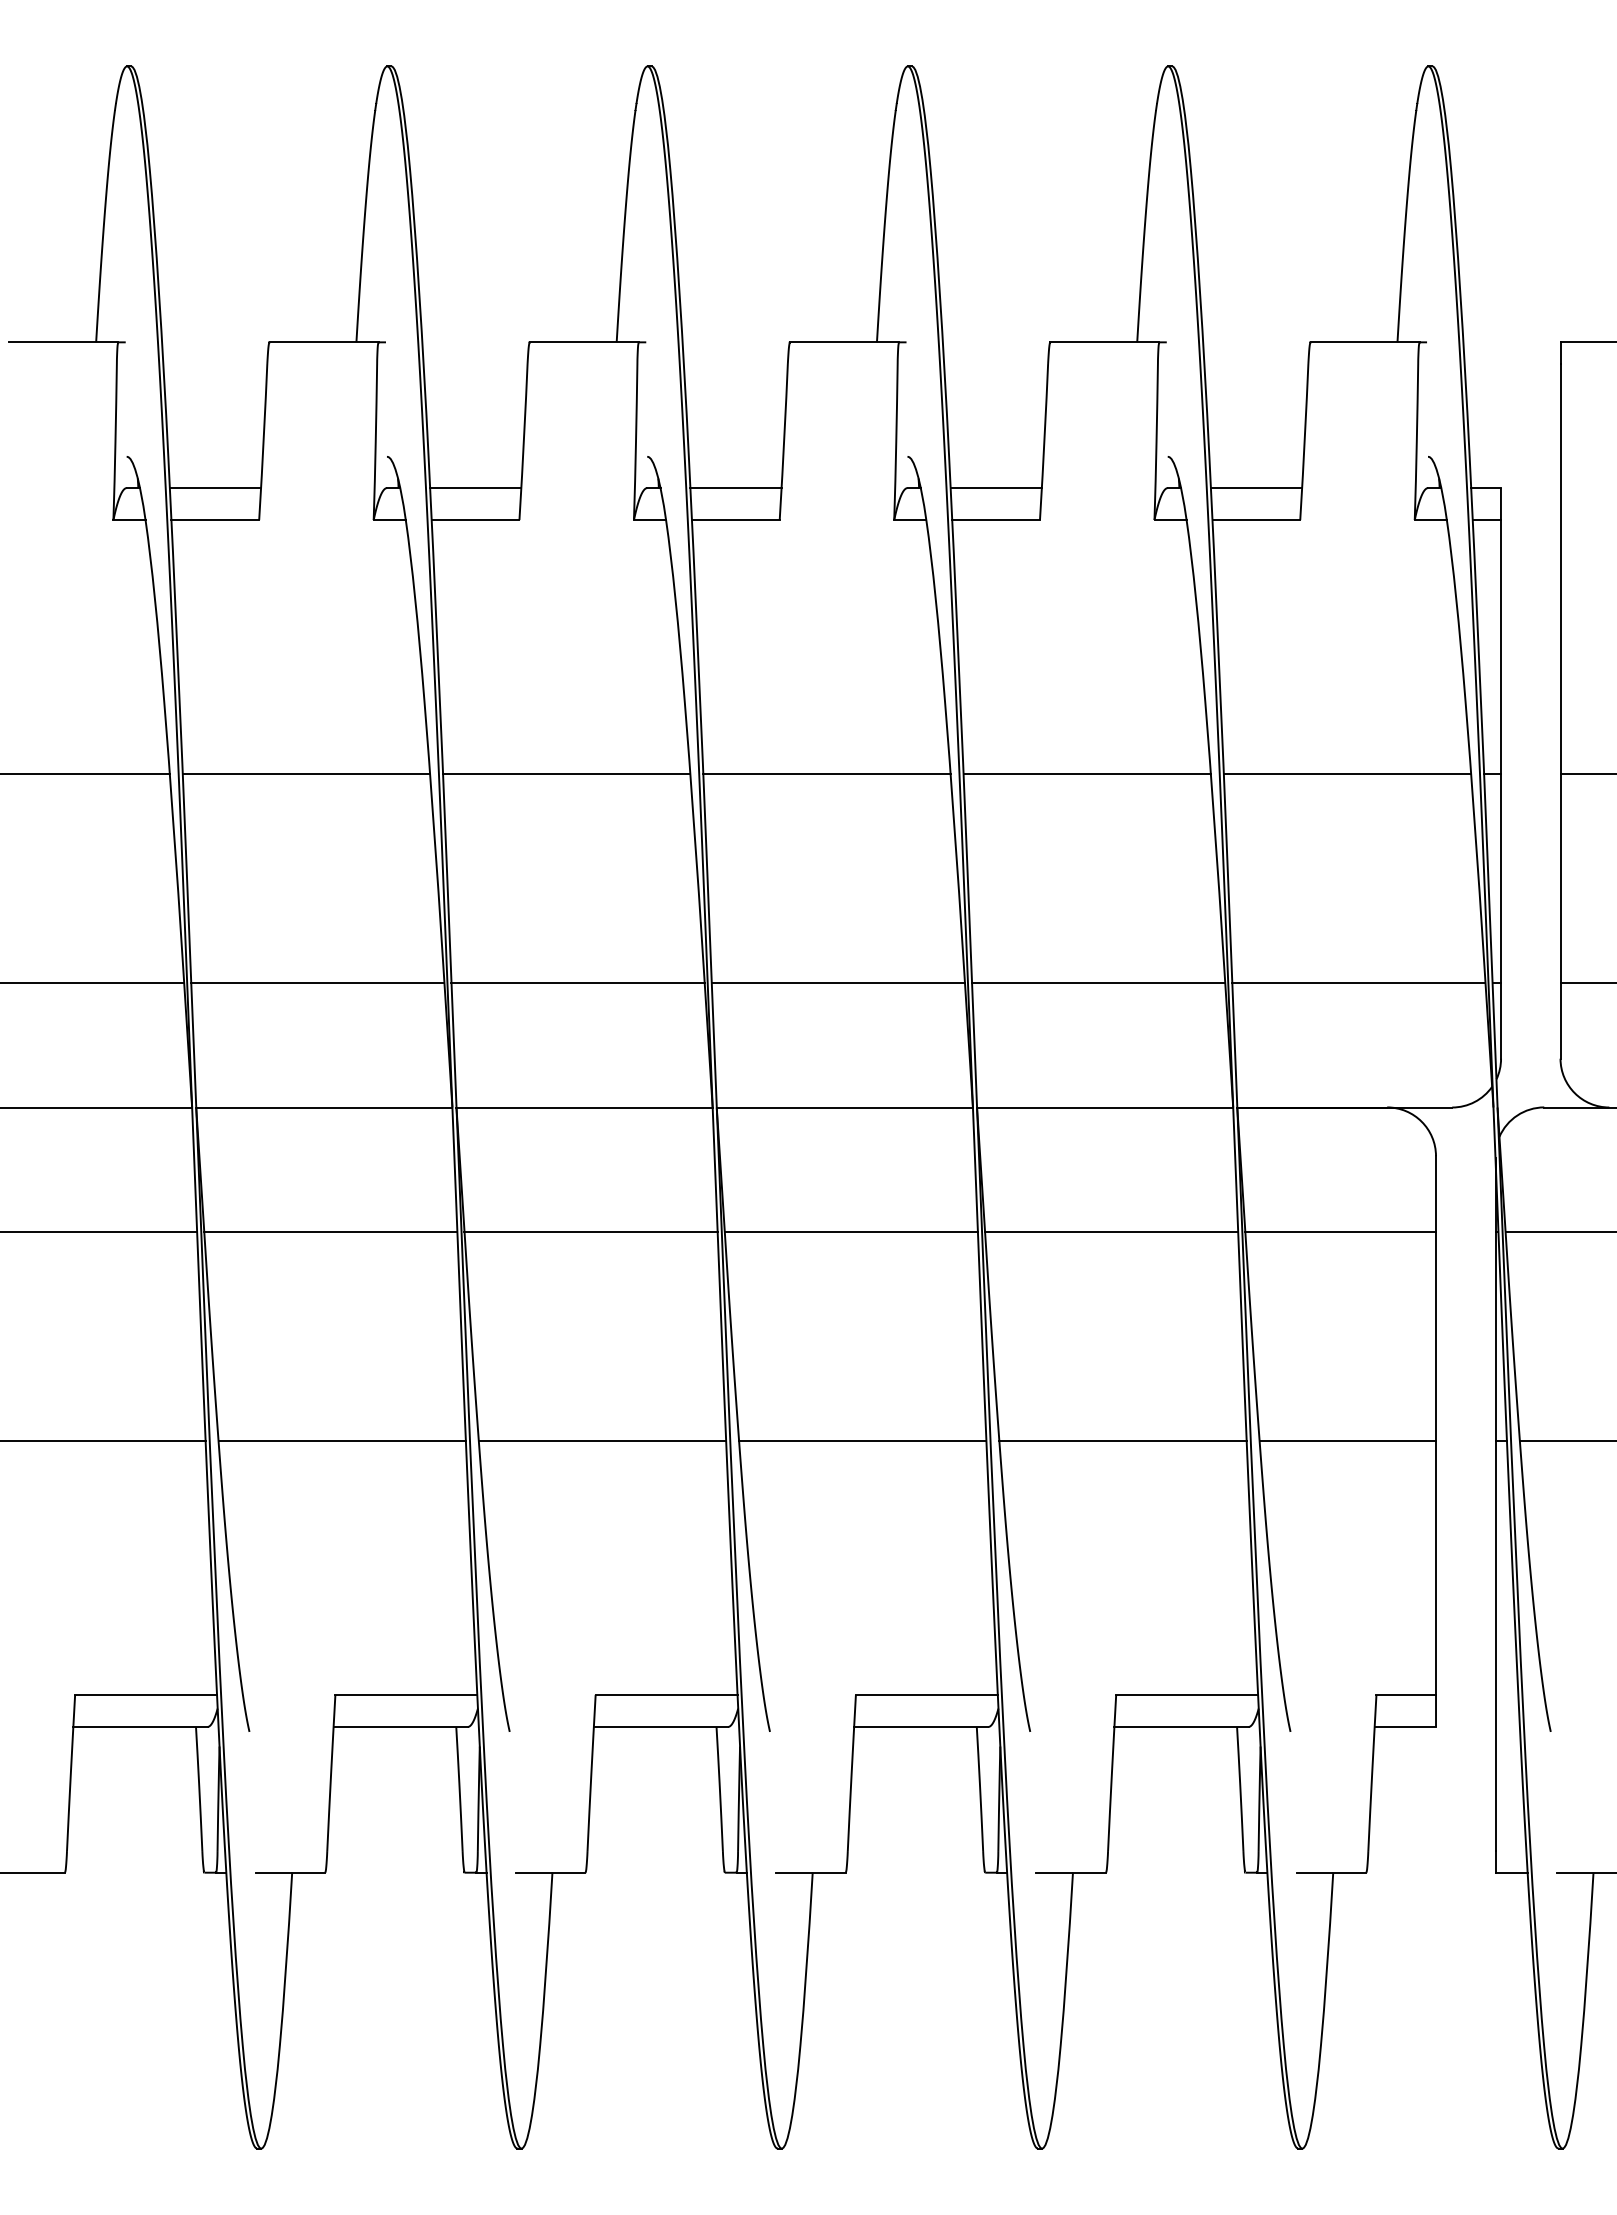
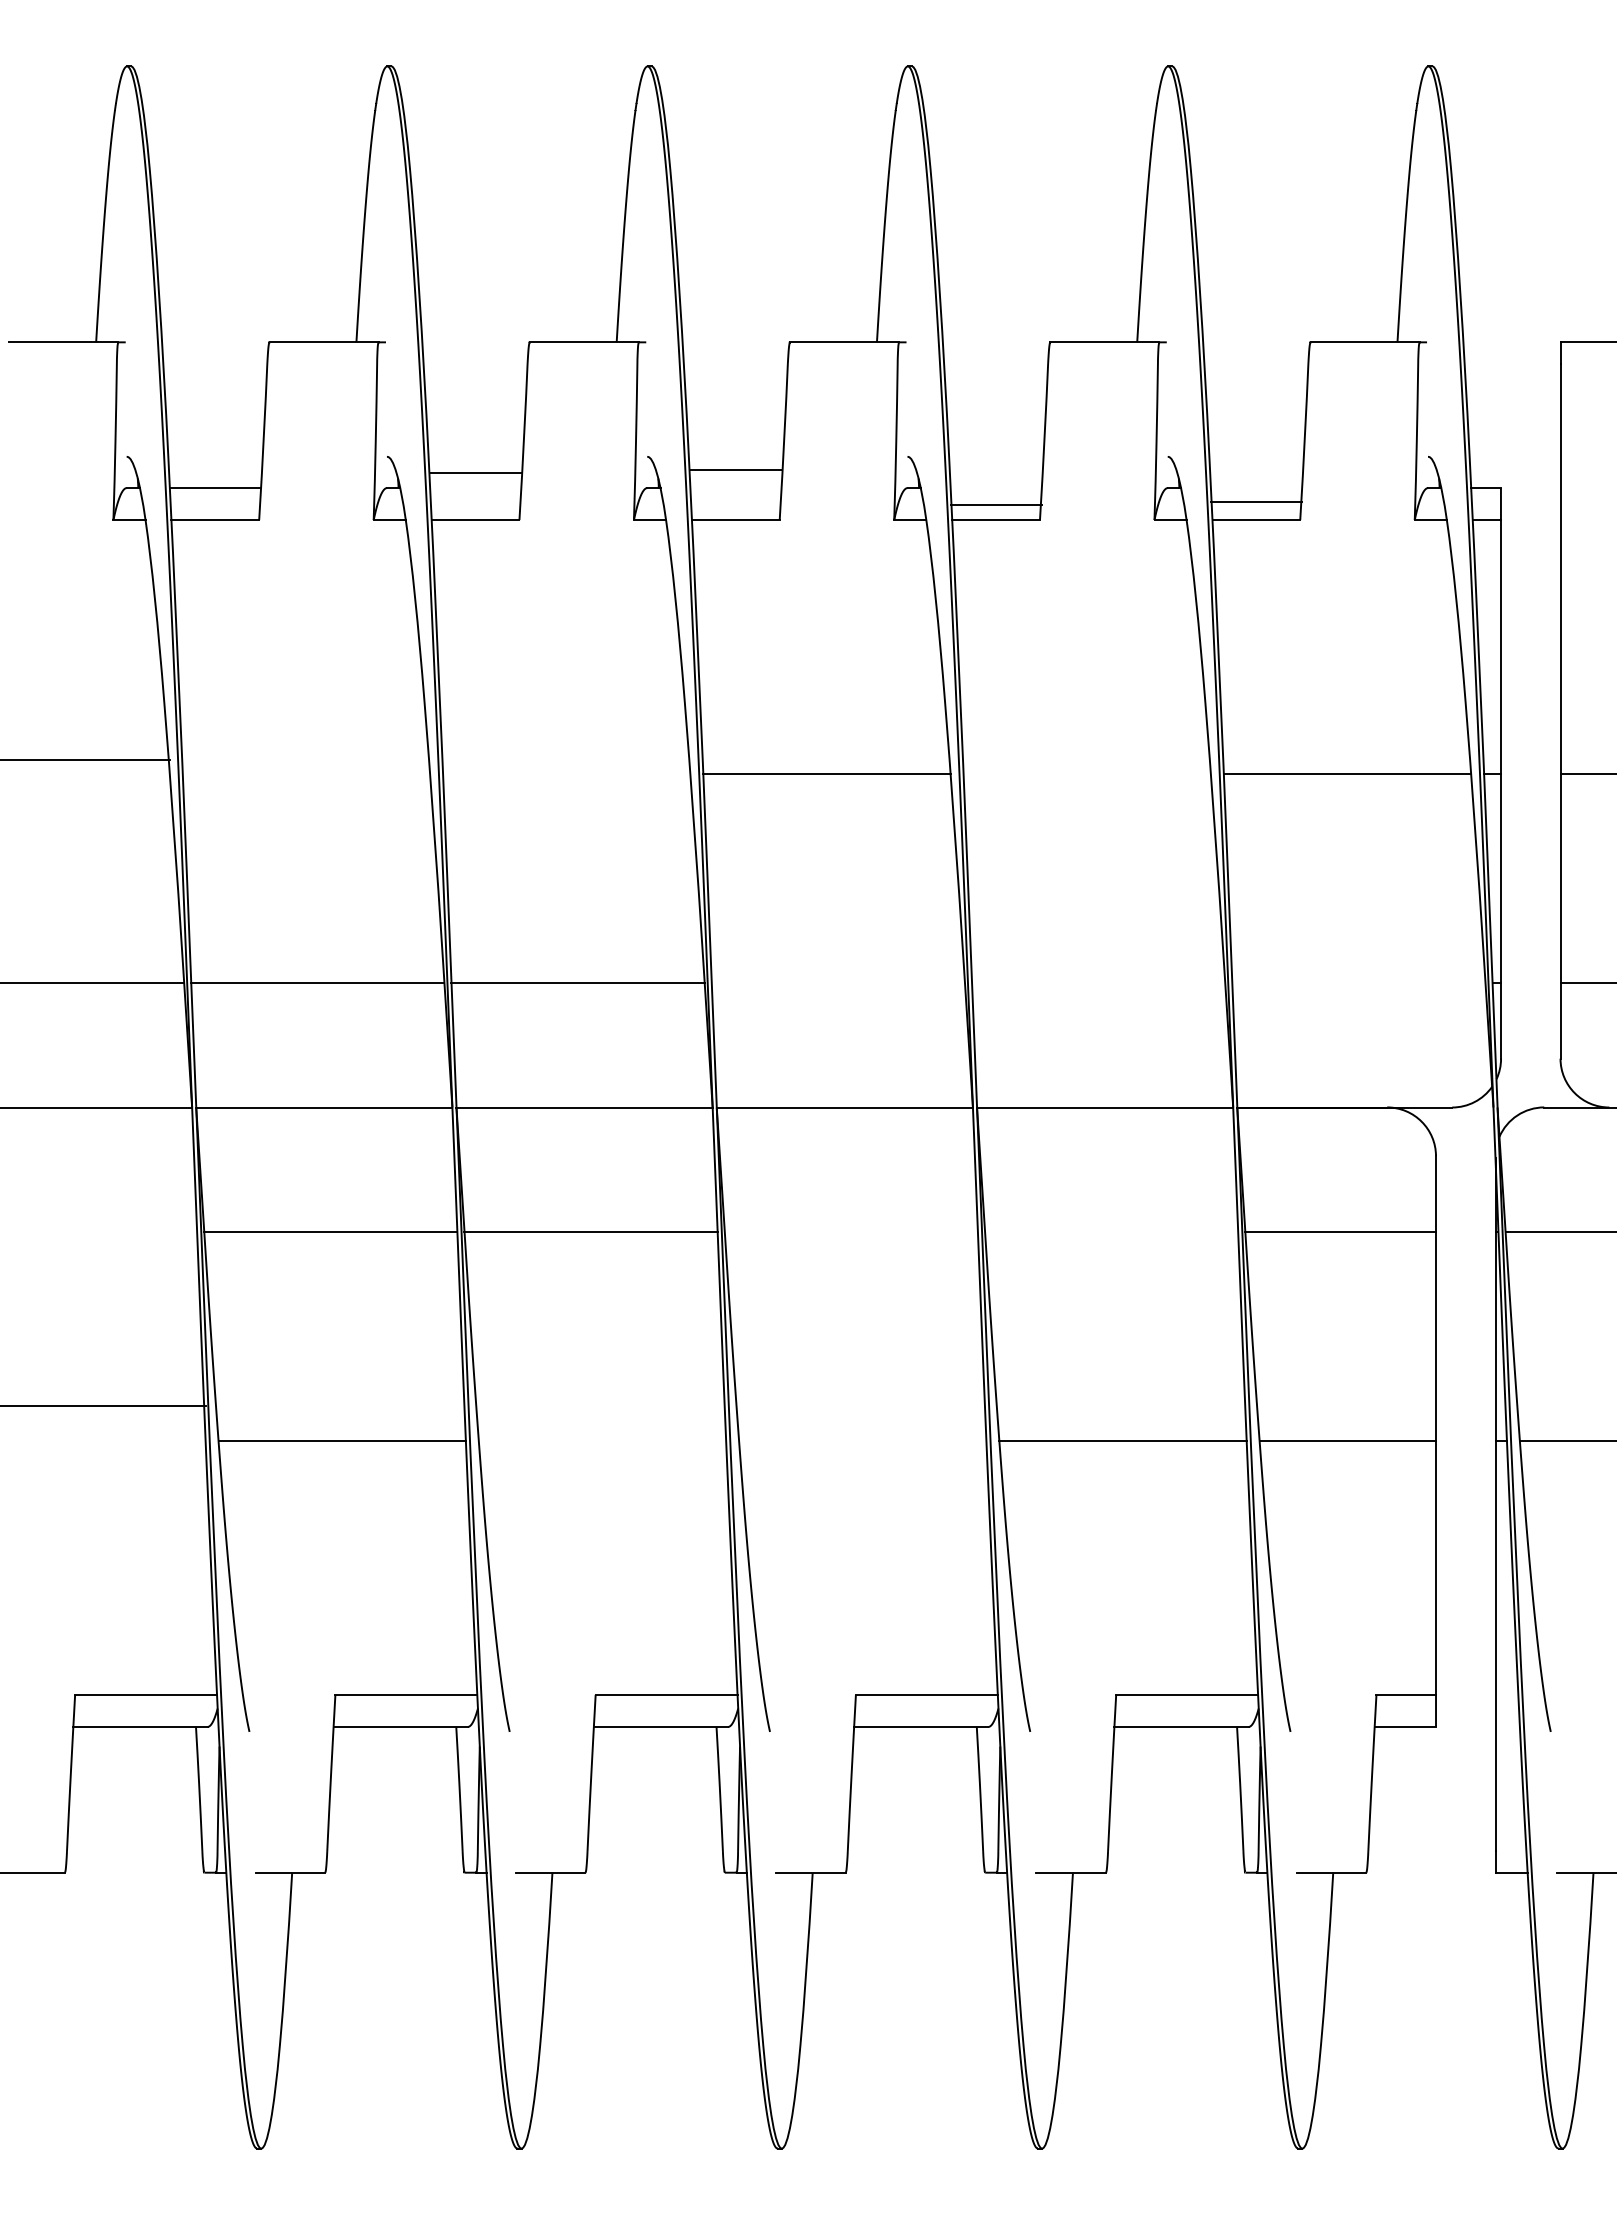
line at (475, 488) position: (475, 488) -> (475, 473)
line at (735, 488) position: (735, 488) -> (735, 470)
line at (995, 488) position: (995, 488) -> (995, 505)
line at (1256, 488) position: (1256, 488) -> (1256, 502)
line at (85, 774) position: (85, 774) -> (85, 760)
line at (306, 774): present -> none
line at (566, 774): present -> none
line at (1086, 774): present -> none
line at (837, 982): present -> none
line at (1098, 982): present -> none
line at (1358, 982): present -> none
line at (99, 1232): present -> none
line at (850, 1232): present -> none
line at (1111, 1232): present -> none
line at (103, 1440) position: (103, 1440) -> (103, 1405)
line at (602, 1440): present -> none
line at (862, 1440): present -> none
